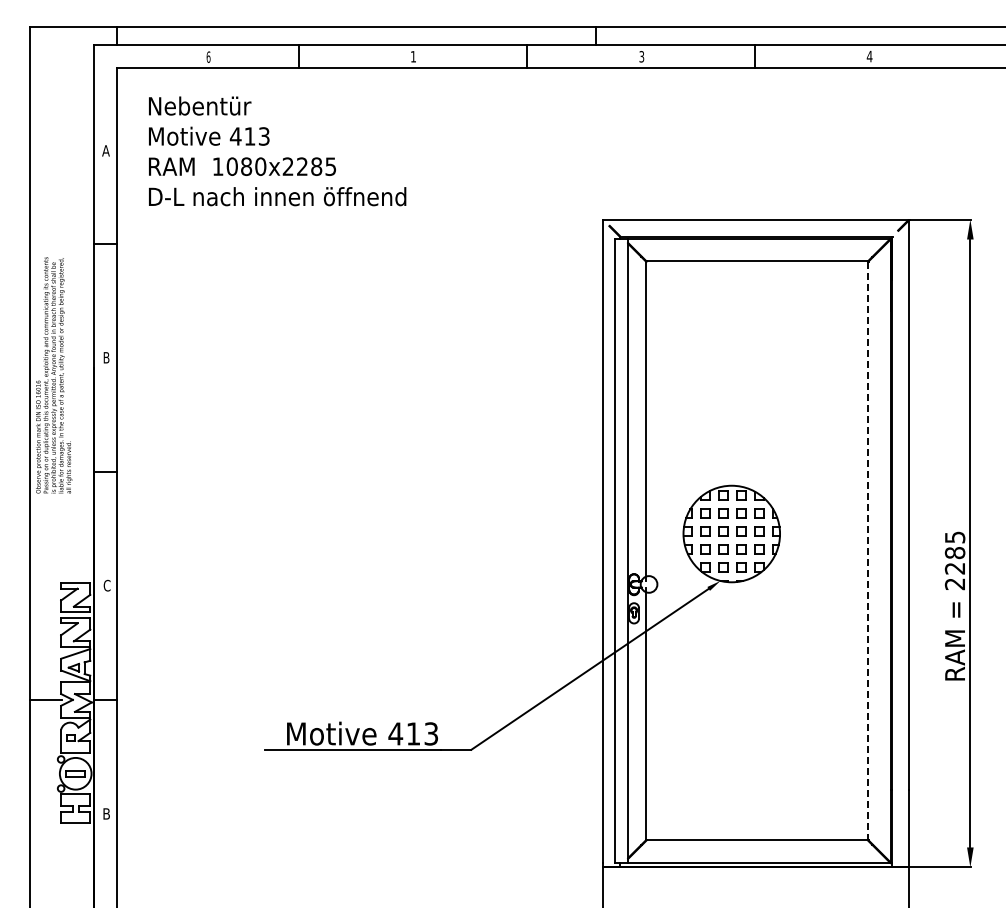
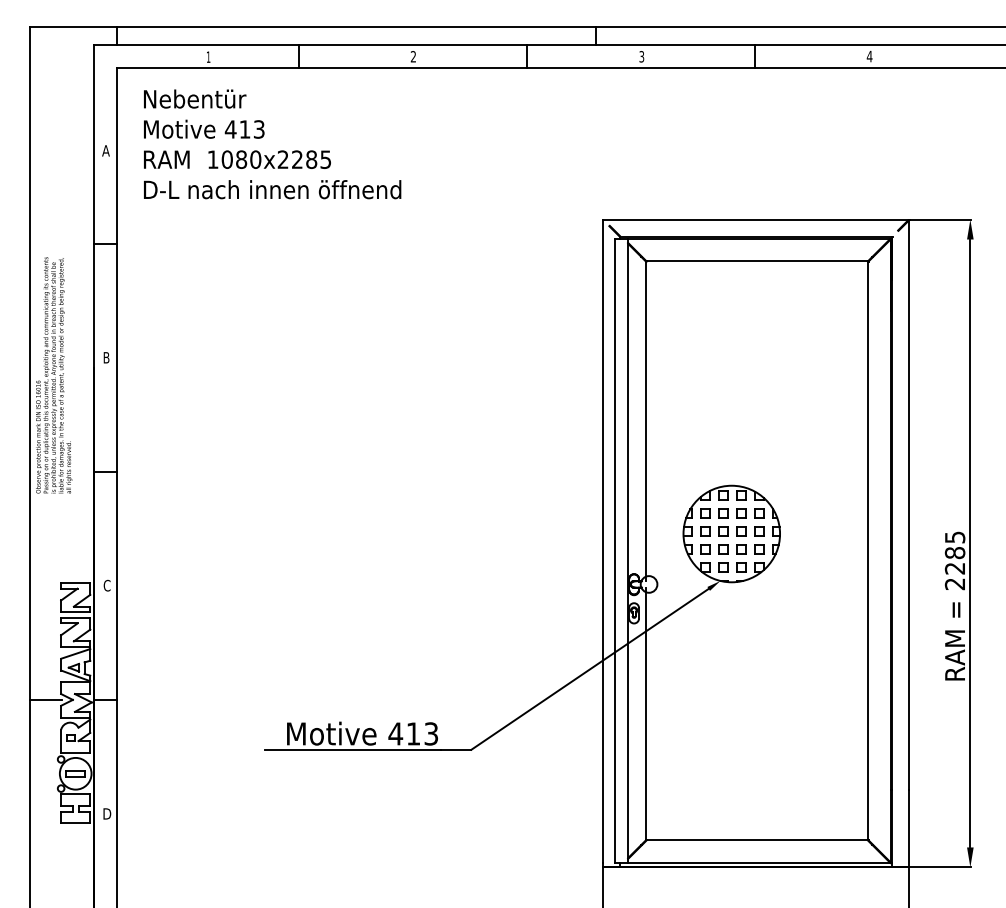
text at (208, 56): 6 -> 1
text at (412, 56): 1 -> 2
text at (277, 151) position: (277, 151) -> (272, 144)
line at (868, 551): dashed -> solid
text at (107, 814): B -> D
